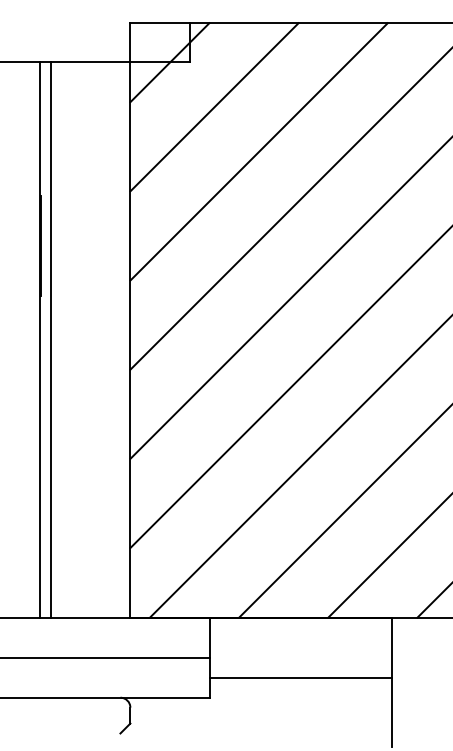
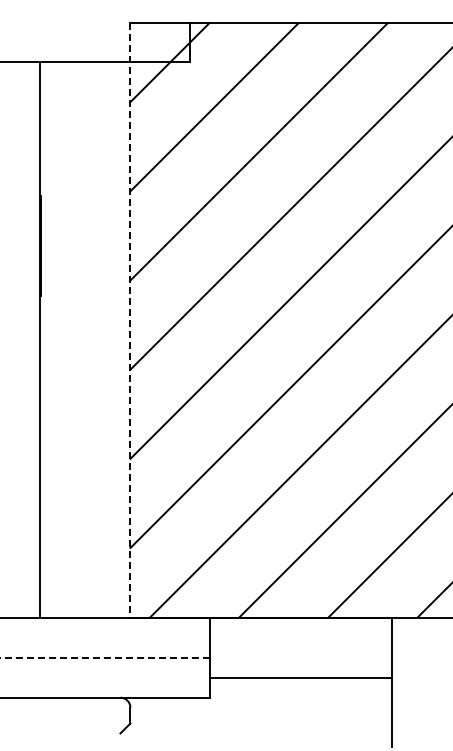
line at (129, 320): solid -> dashed
line at (50, 340): present -> none
line at (104, 658): solid -> dashed
